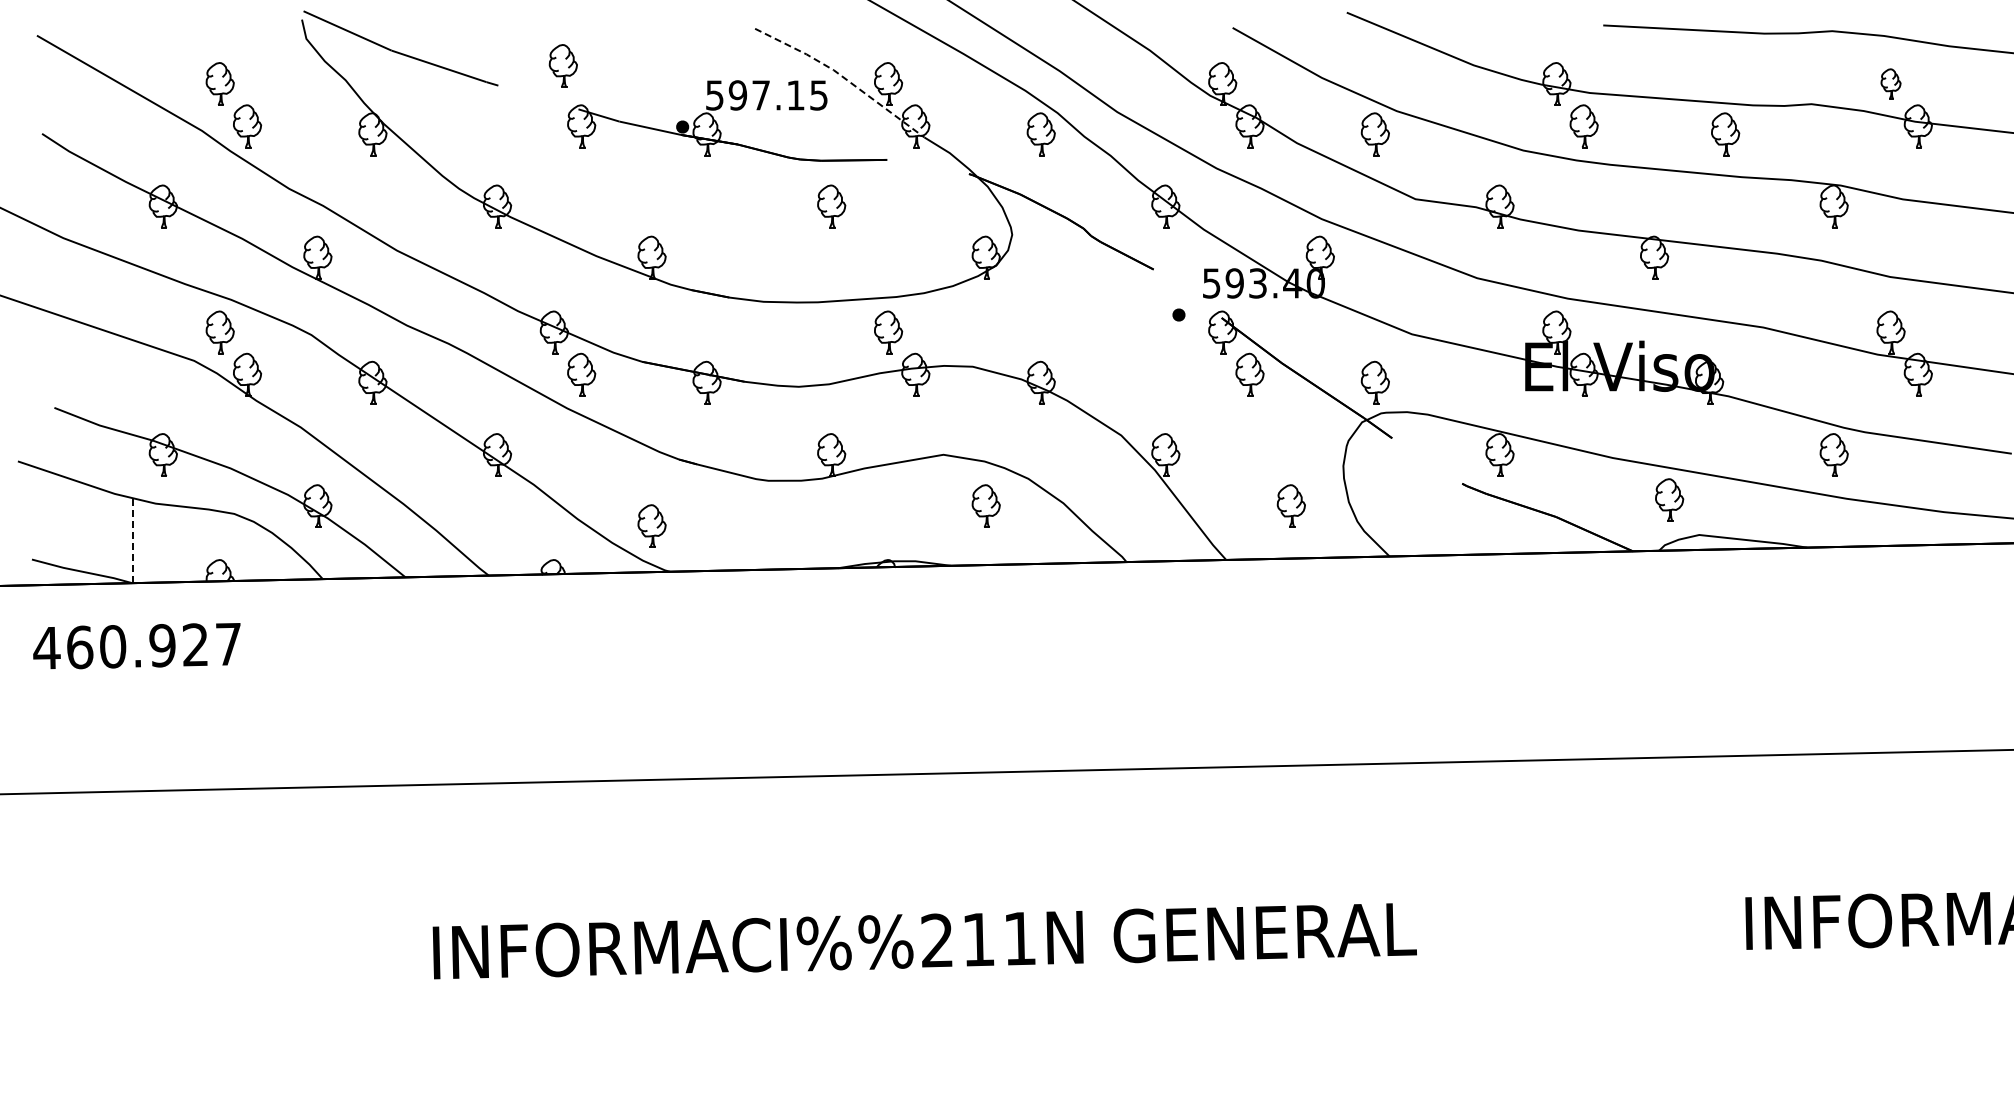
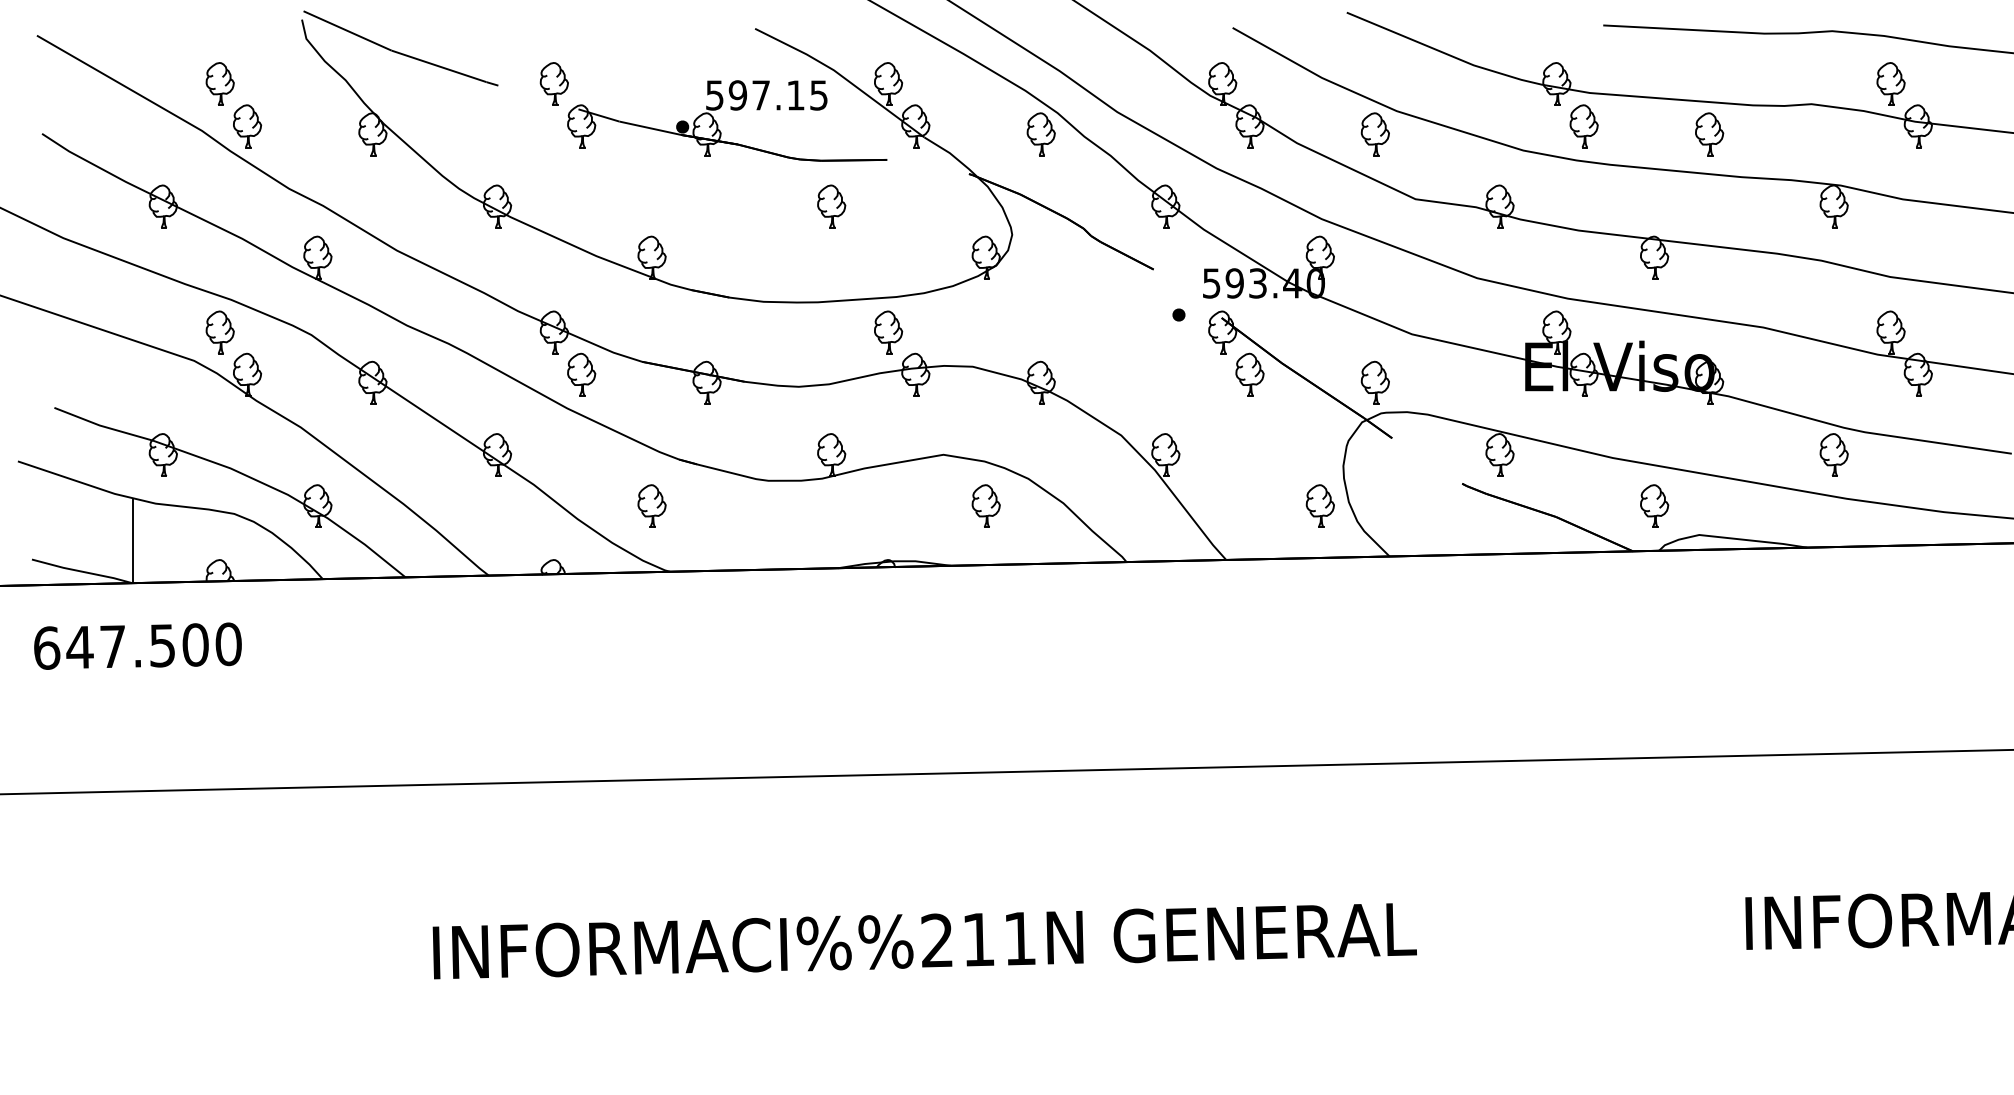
part at (562, 65) position: (562, 65) -> (553, 83)
line at (842, 76): dashed -> solid
part at (1890, 83) size: 22x32 px -> 30x44 px
part at (1725, 134) position: (1725, 134) -> (1709, 134)
part at (1669, 499) position: (1669, 499) -> (1654, 505)
part at (1290, 505) position: (1290, 505) -> (1319, 505)
part at (651, 525) position: (651, 525) -> (651, 505)
line at (132, 540): dashed -> solid
text at (137, 645): 460.927 -> 647.500
